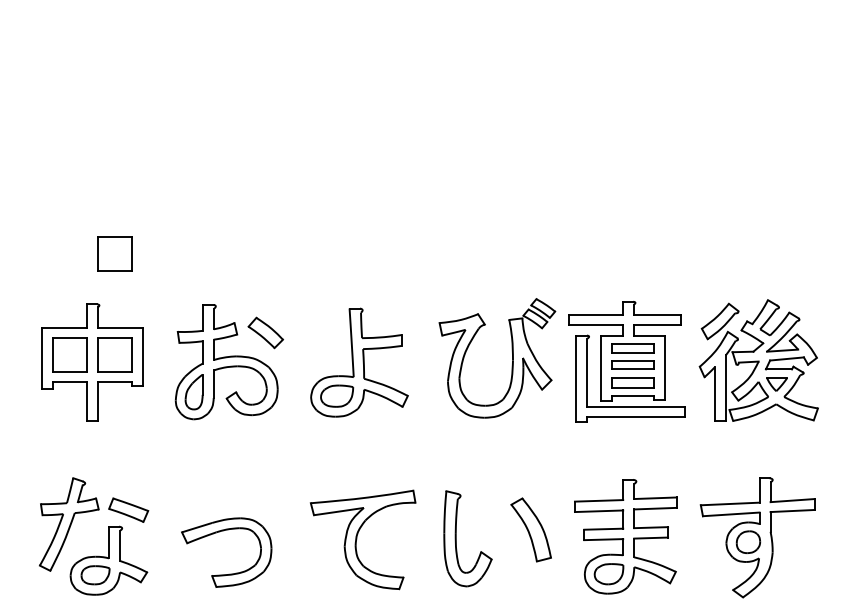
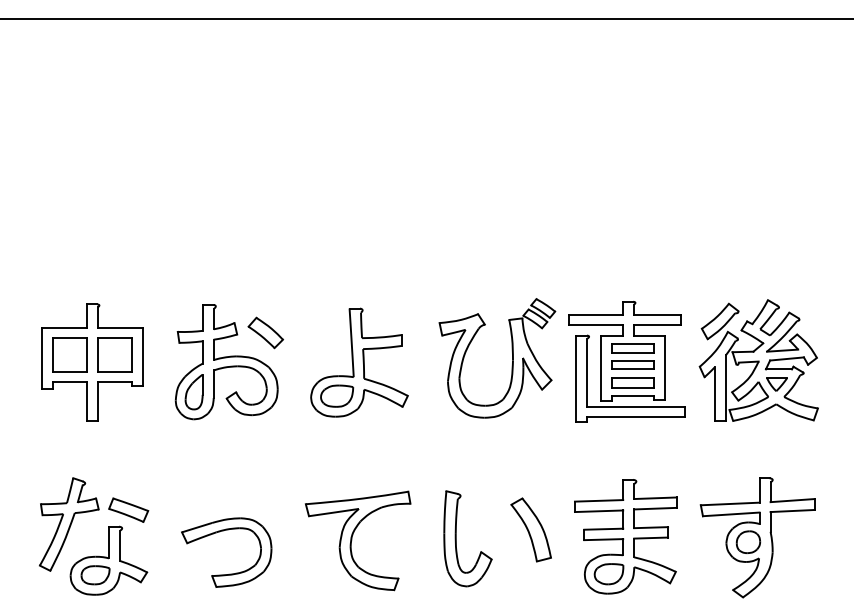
line at (426, 18): none -> present
part at (114, 253): present -> none
part at (362, 539) position: (362, 539) -> (357, 540)
